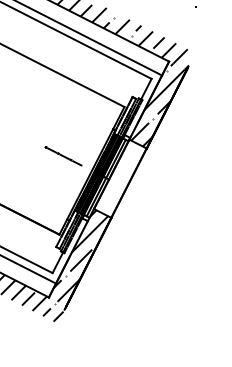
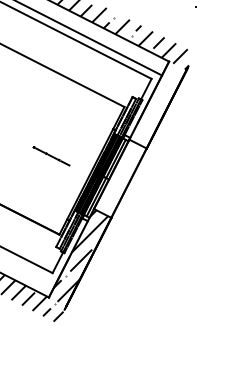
hatch at (157, 104): present -> none
line at (63, 156) position: (63, 156) -> (51, 156)
line at (29, 269): present -> none
